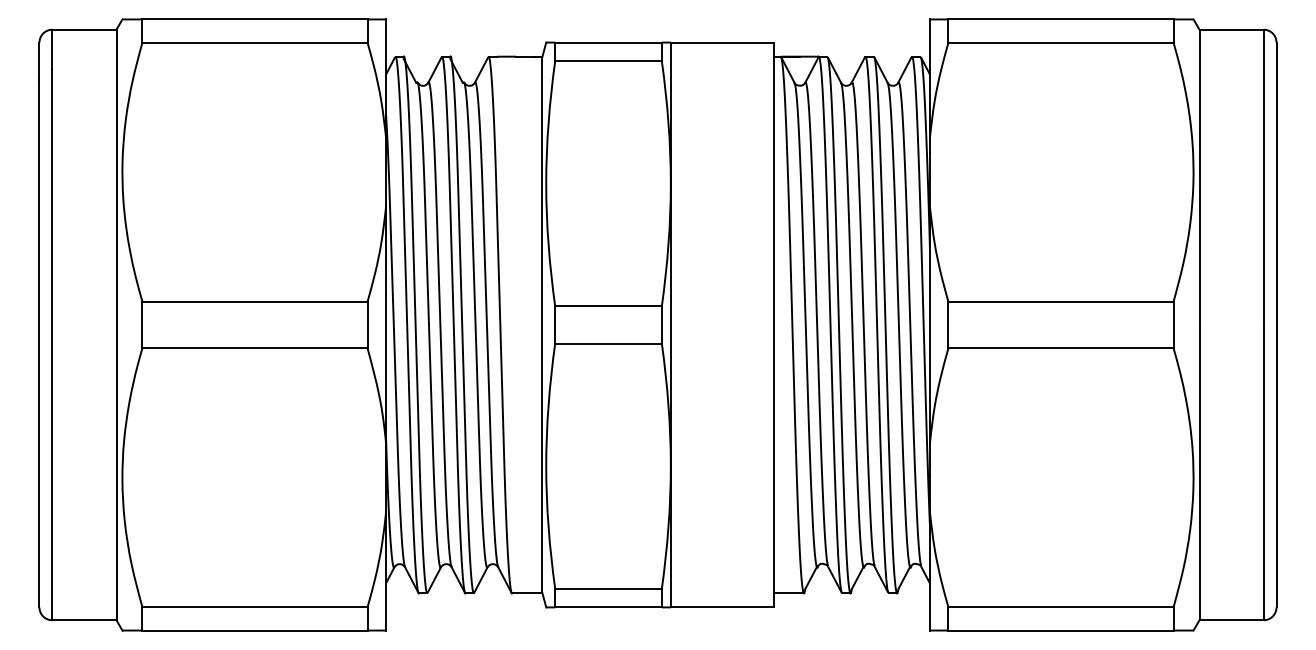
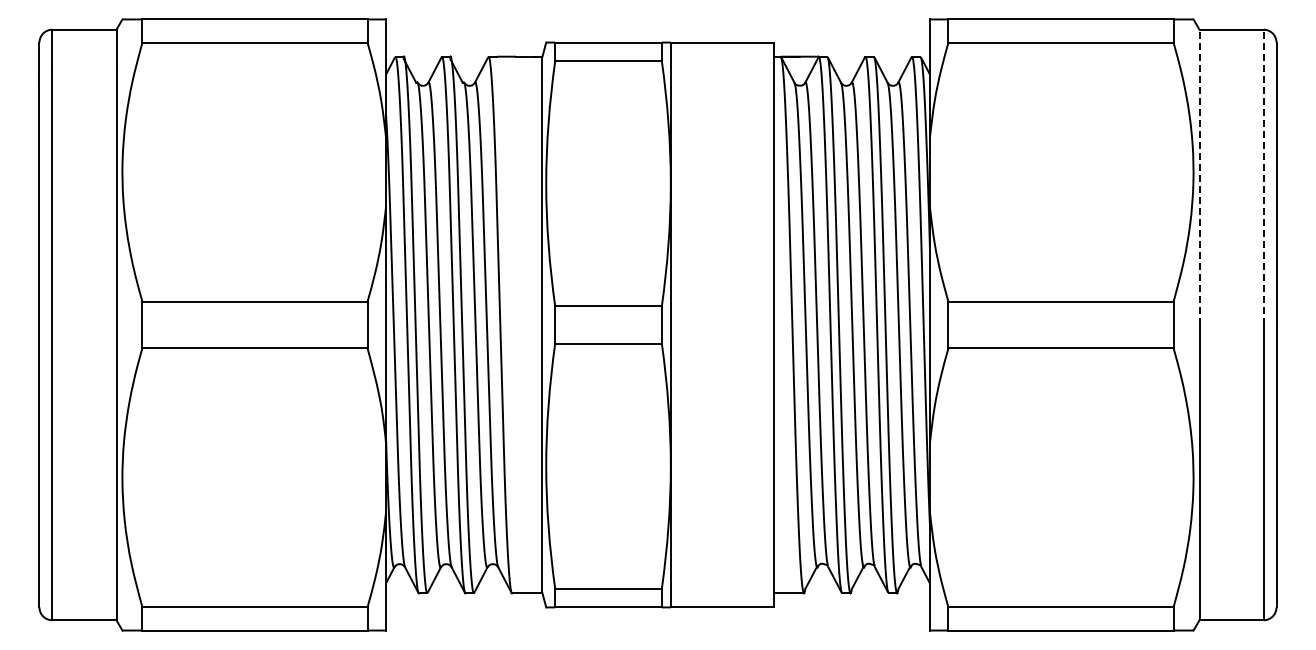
line at (1199, 177): solid -> dashed
line at (1263, 177): solid -> dashed
